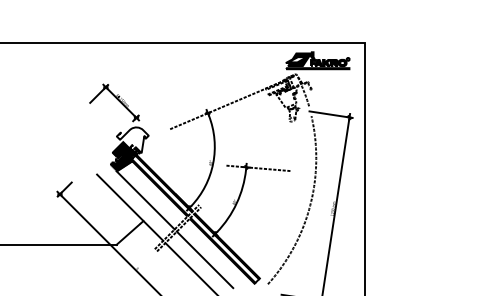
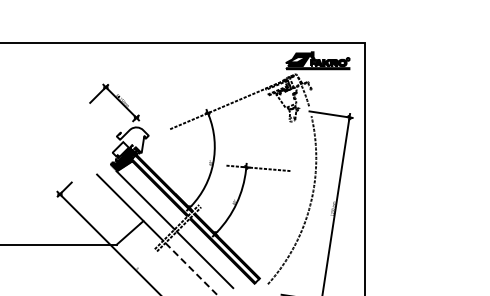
hatch at (120, 149): present -> none
line at (192, 269): solid -> dashed
